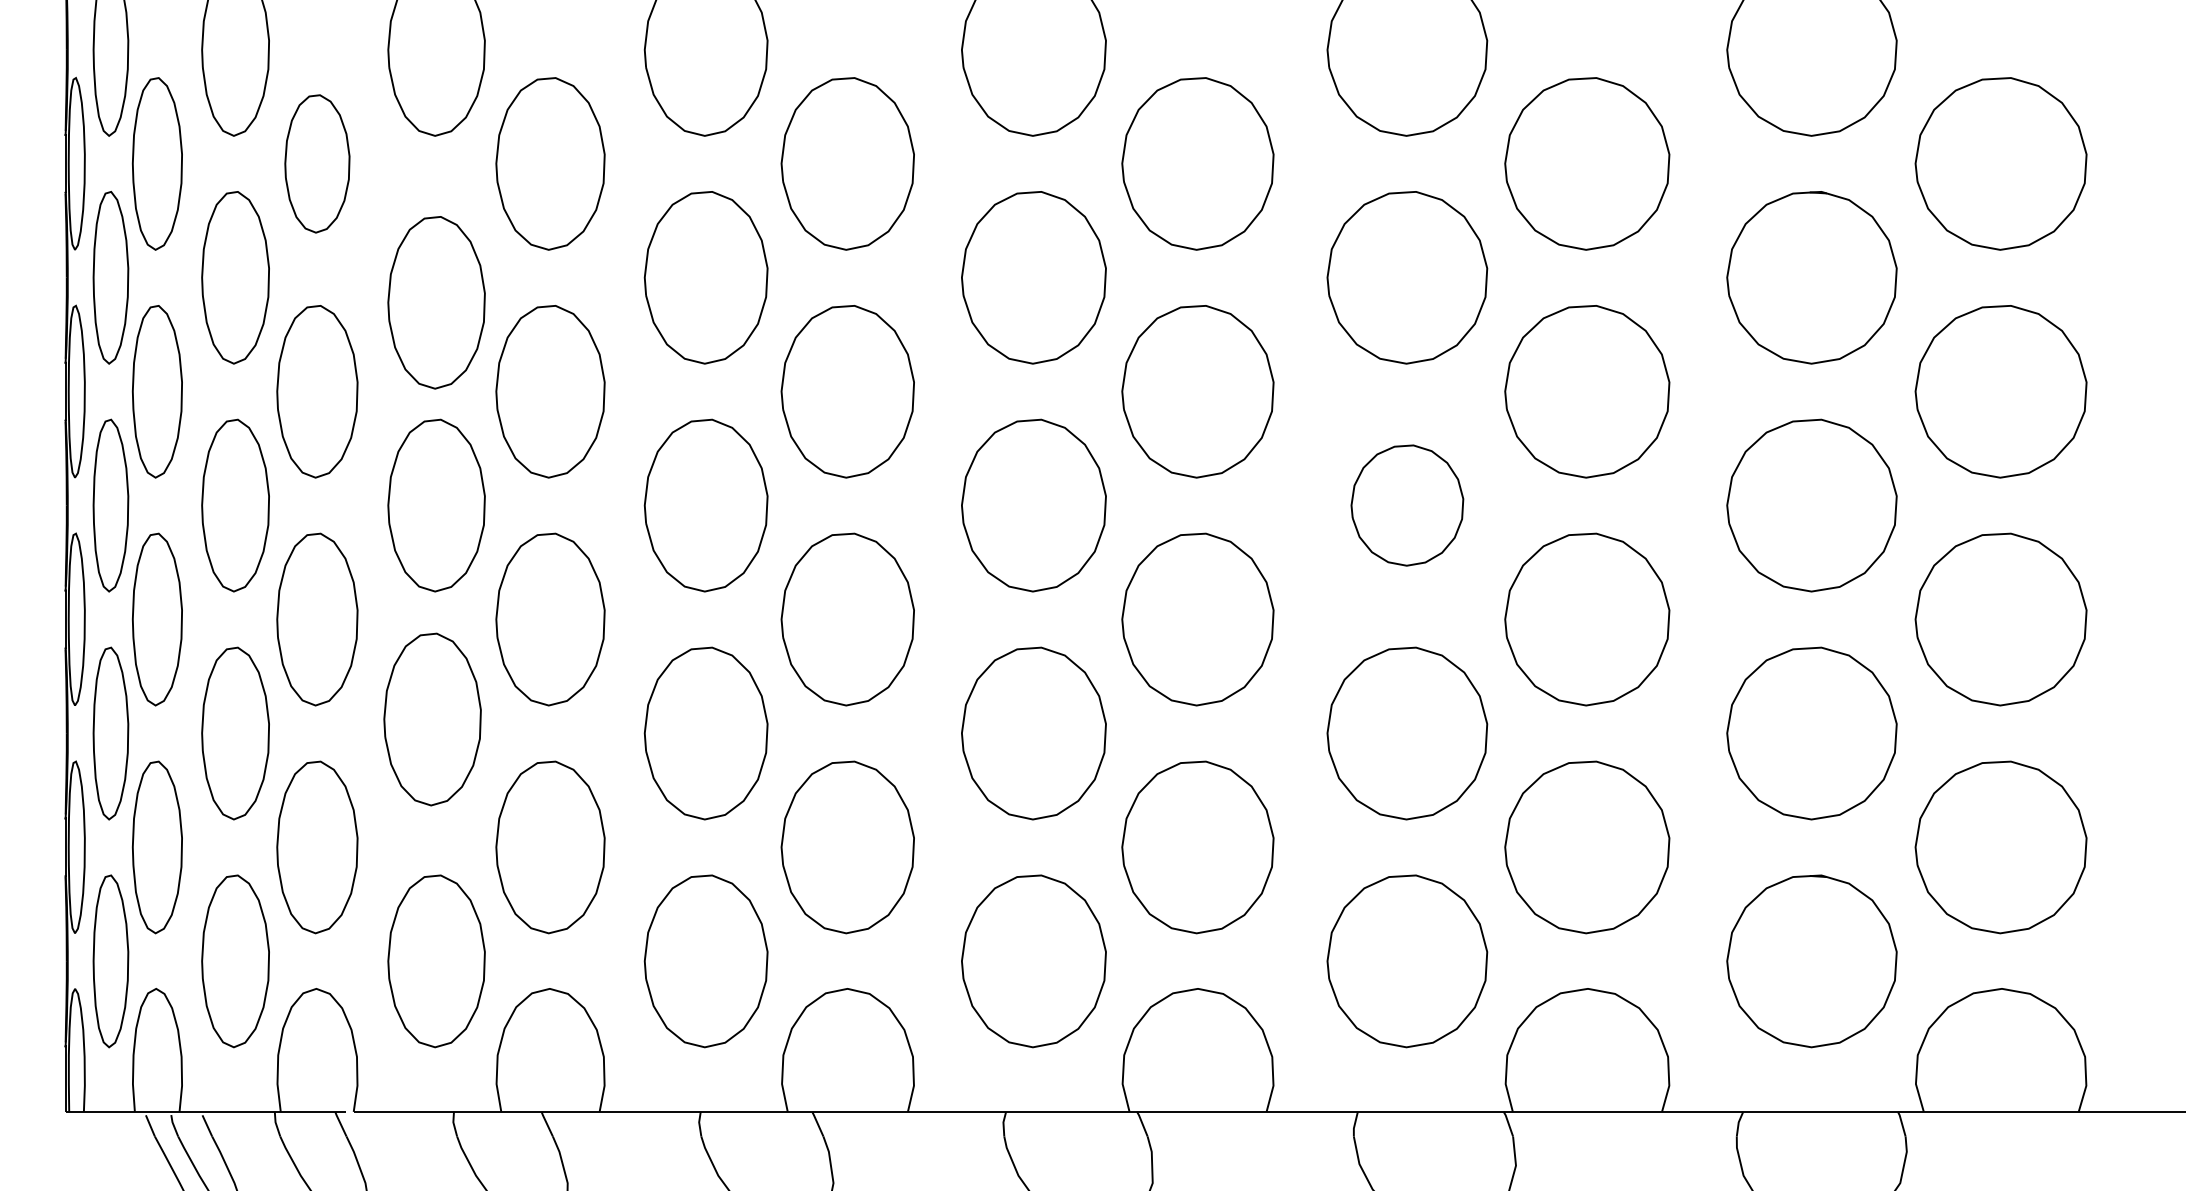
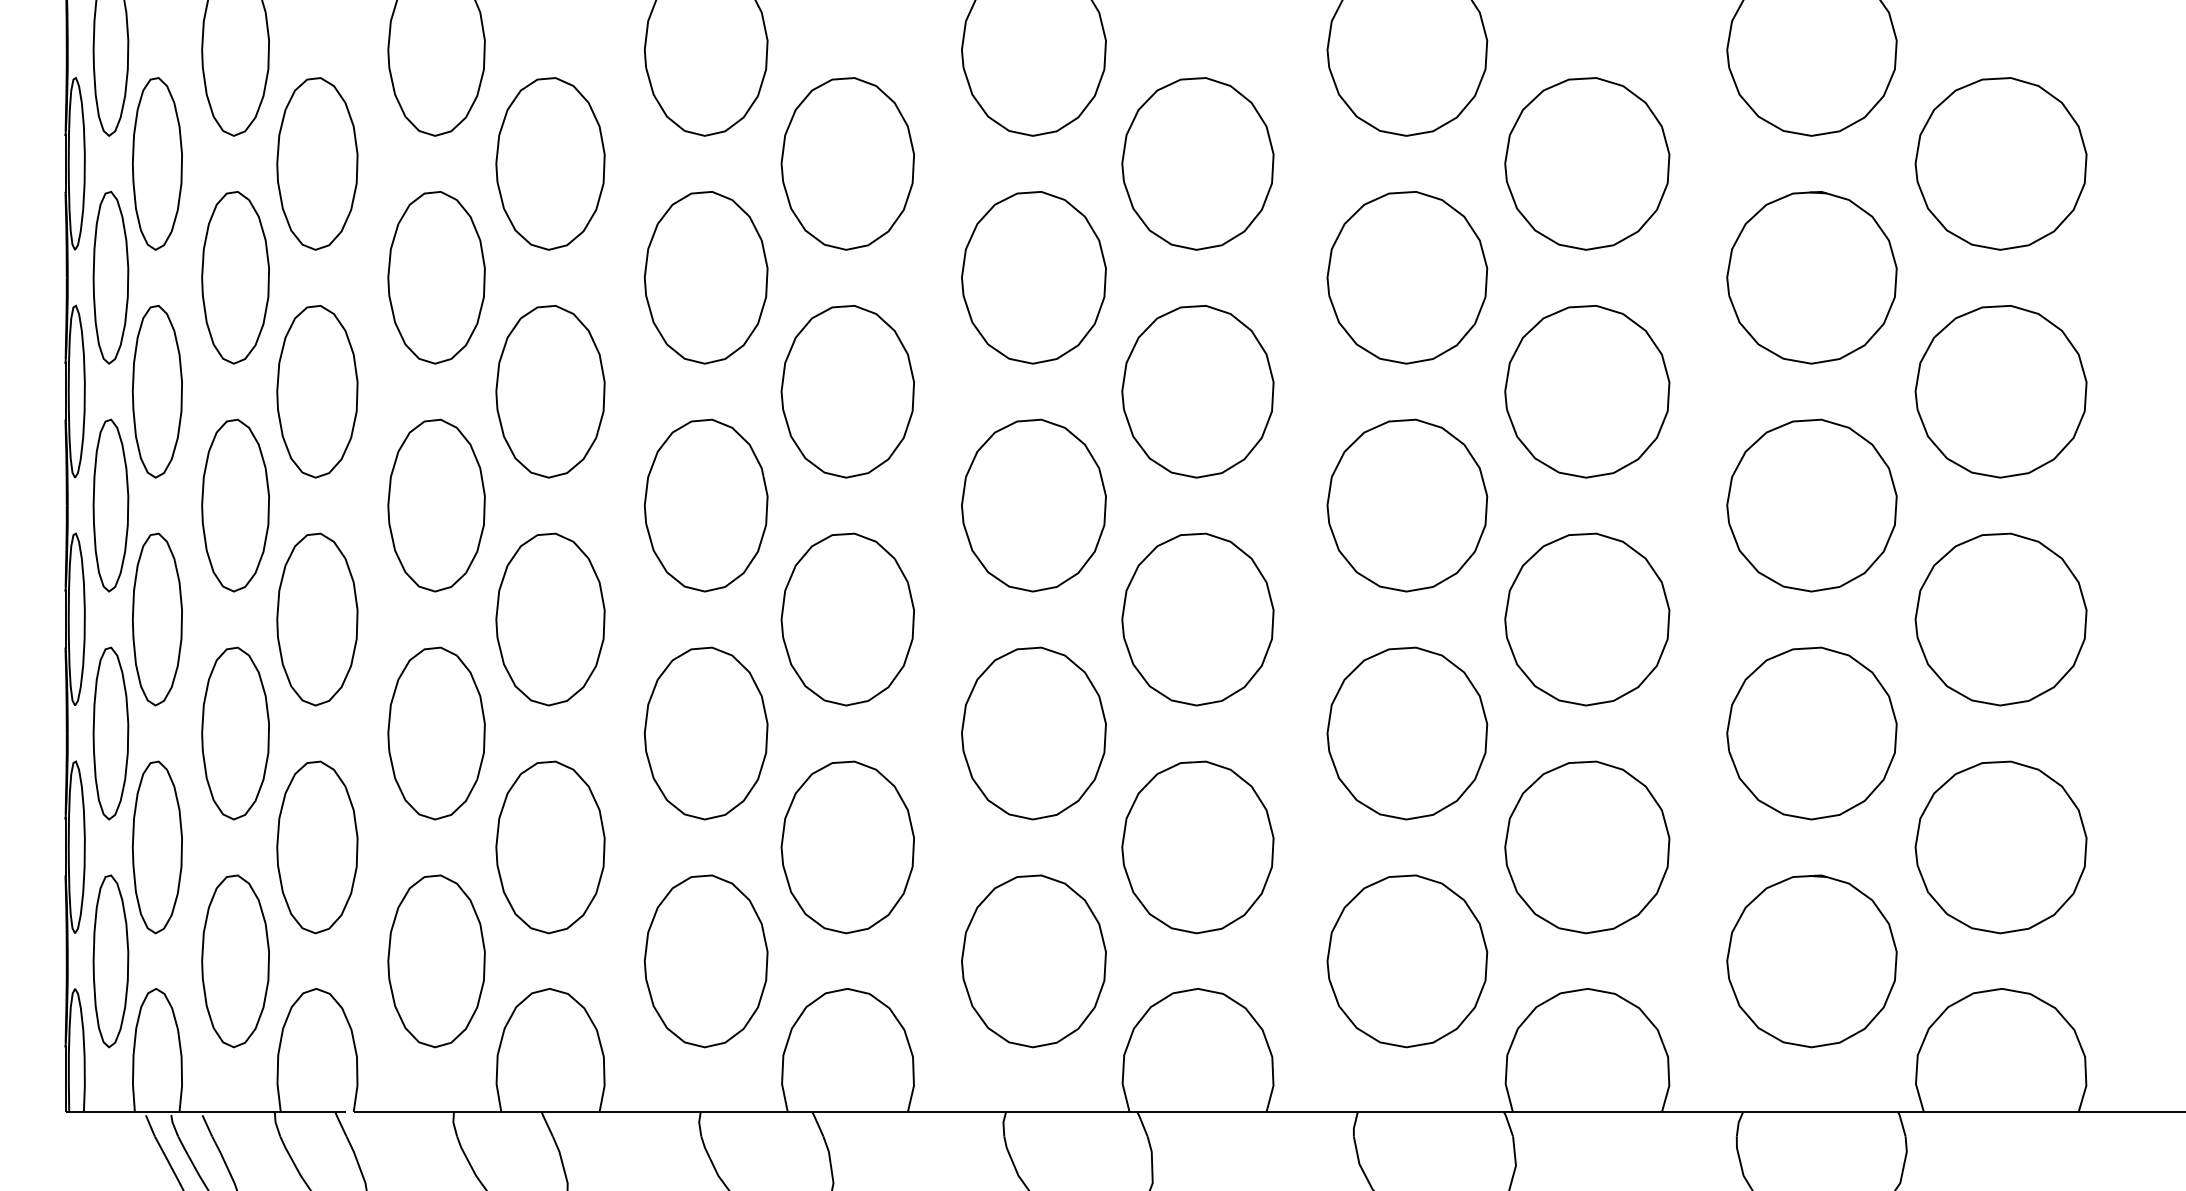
part at (317, 163) size: 67x140 px -> 83x174 px
part at (436, 302) position: (436, 302) -> (436, 277)
part at (1407, 505) size: 115x123 px -> 163x175 px
part at (432, 719) position: (432, 719) -> (436, 733)
